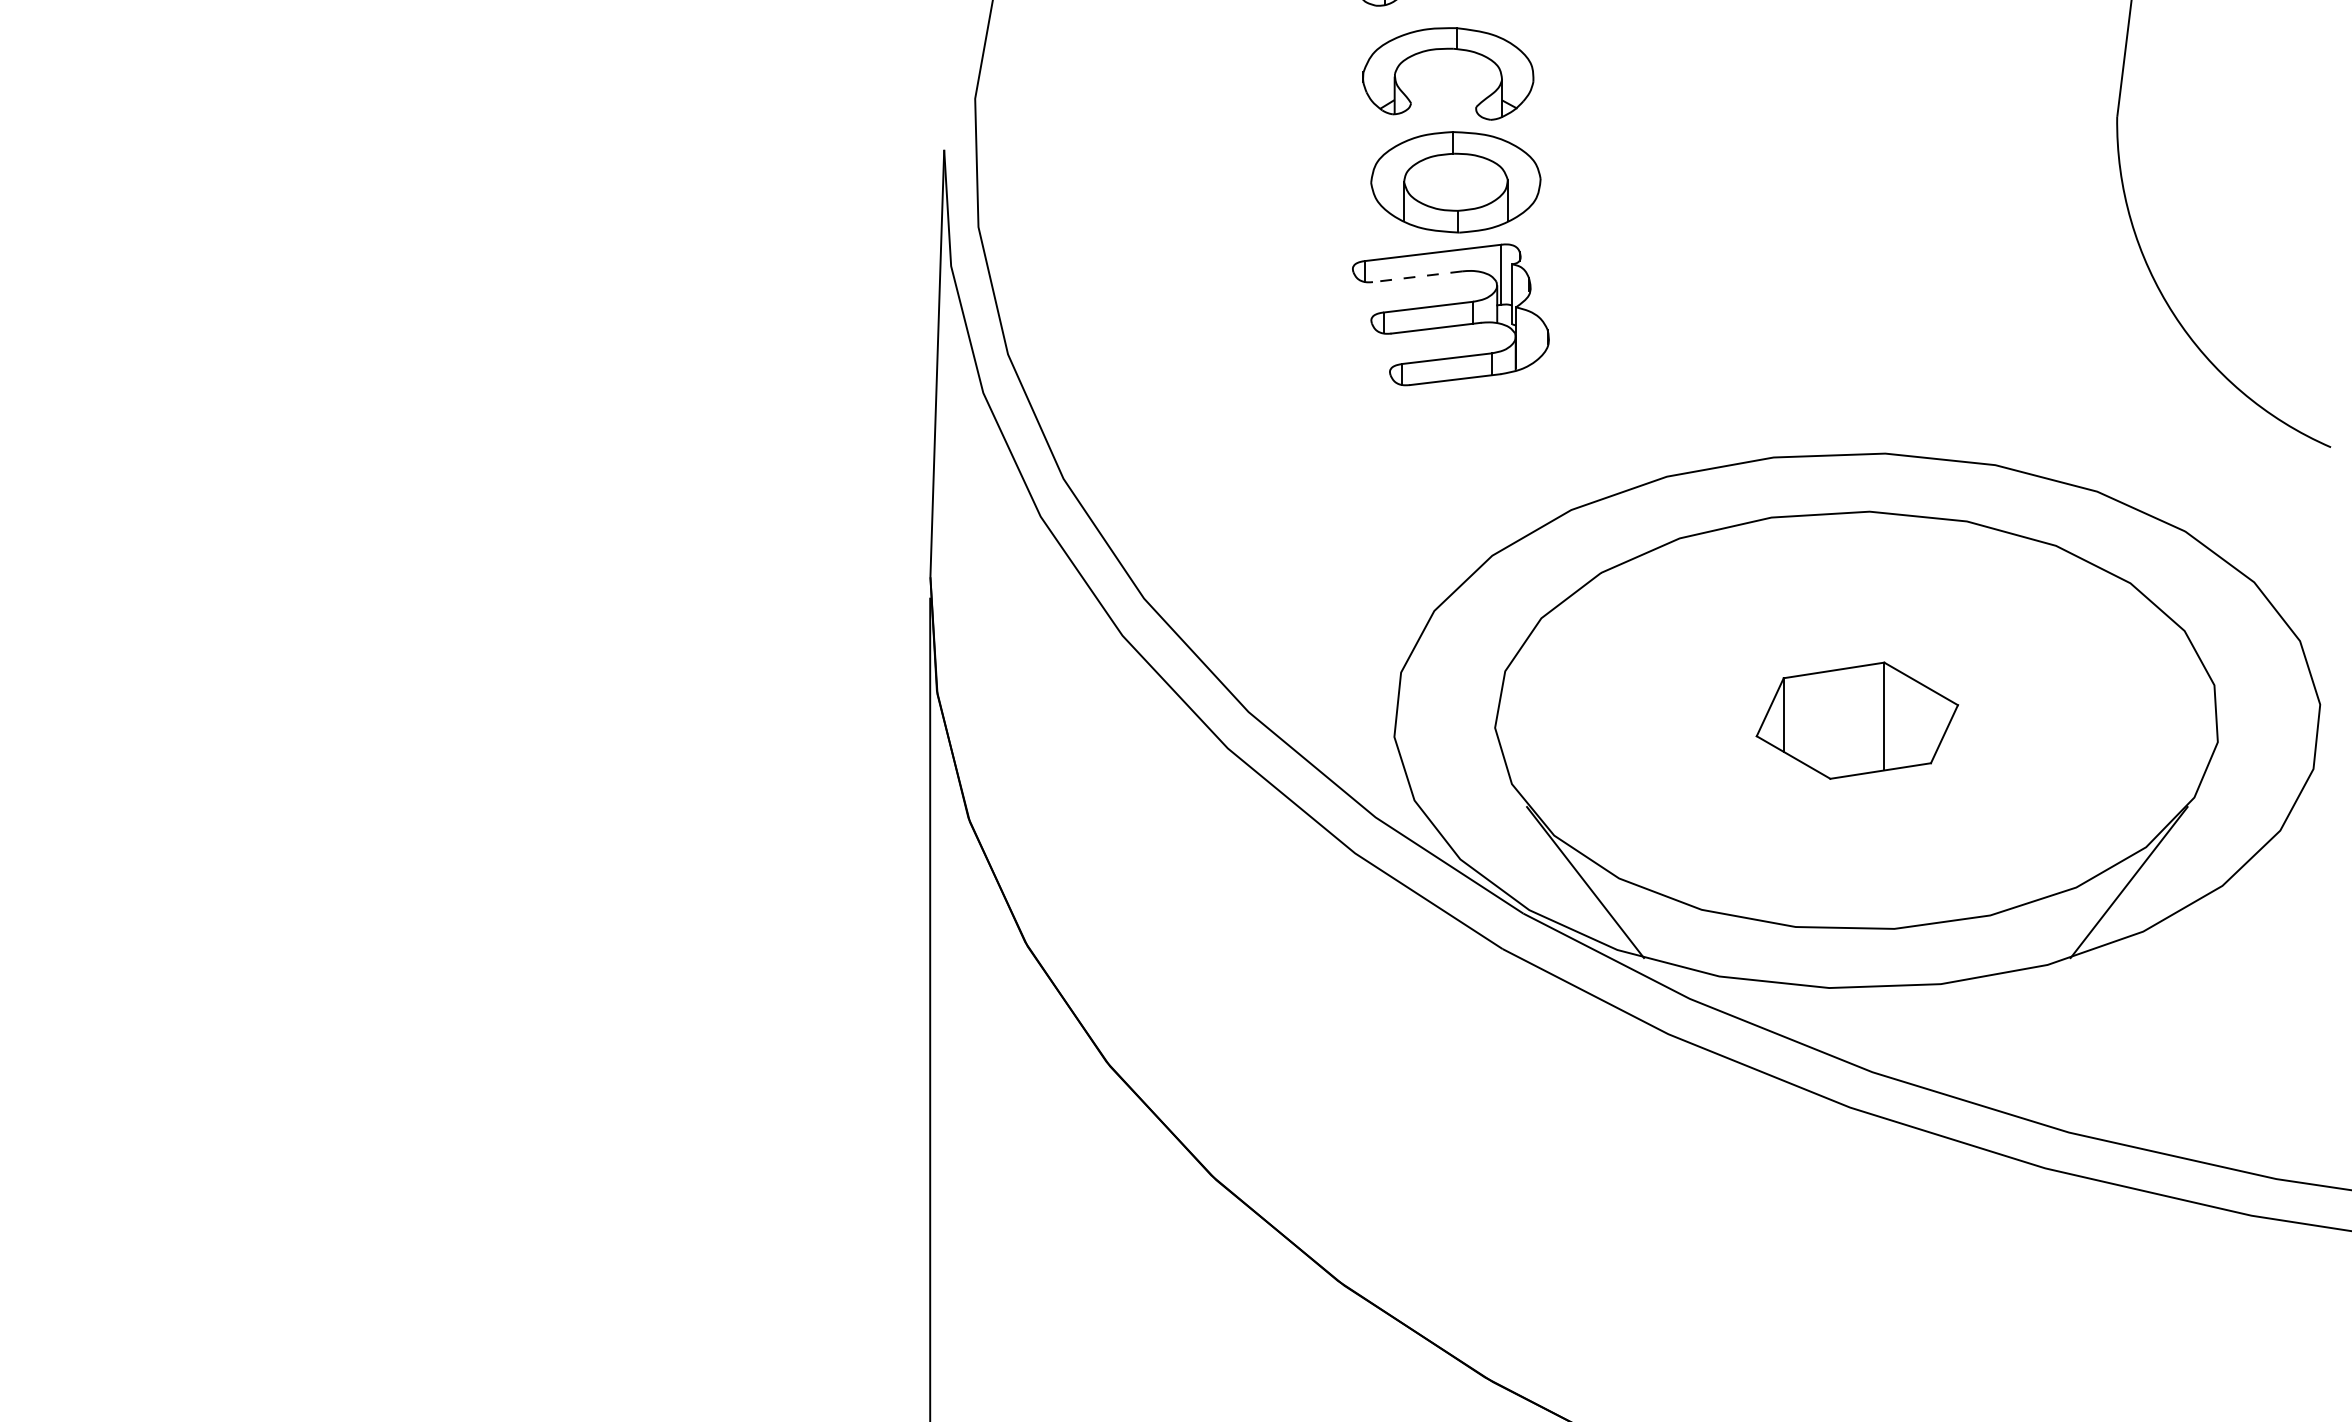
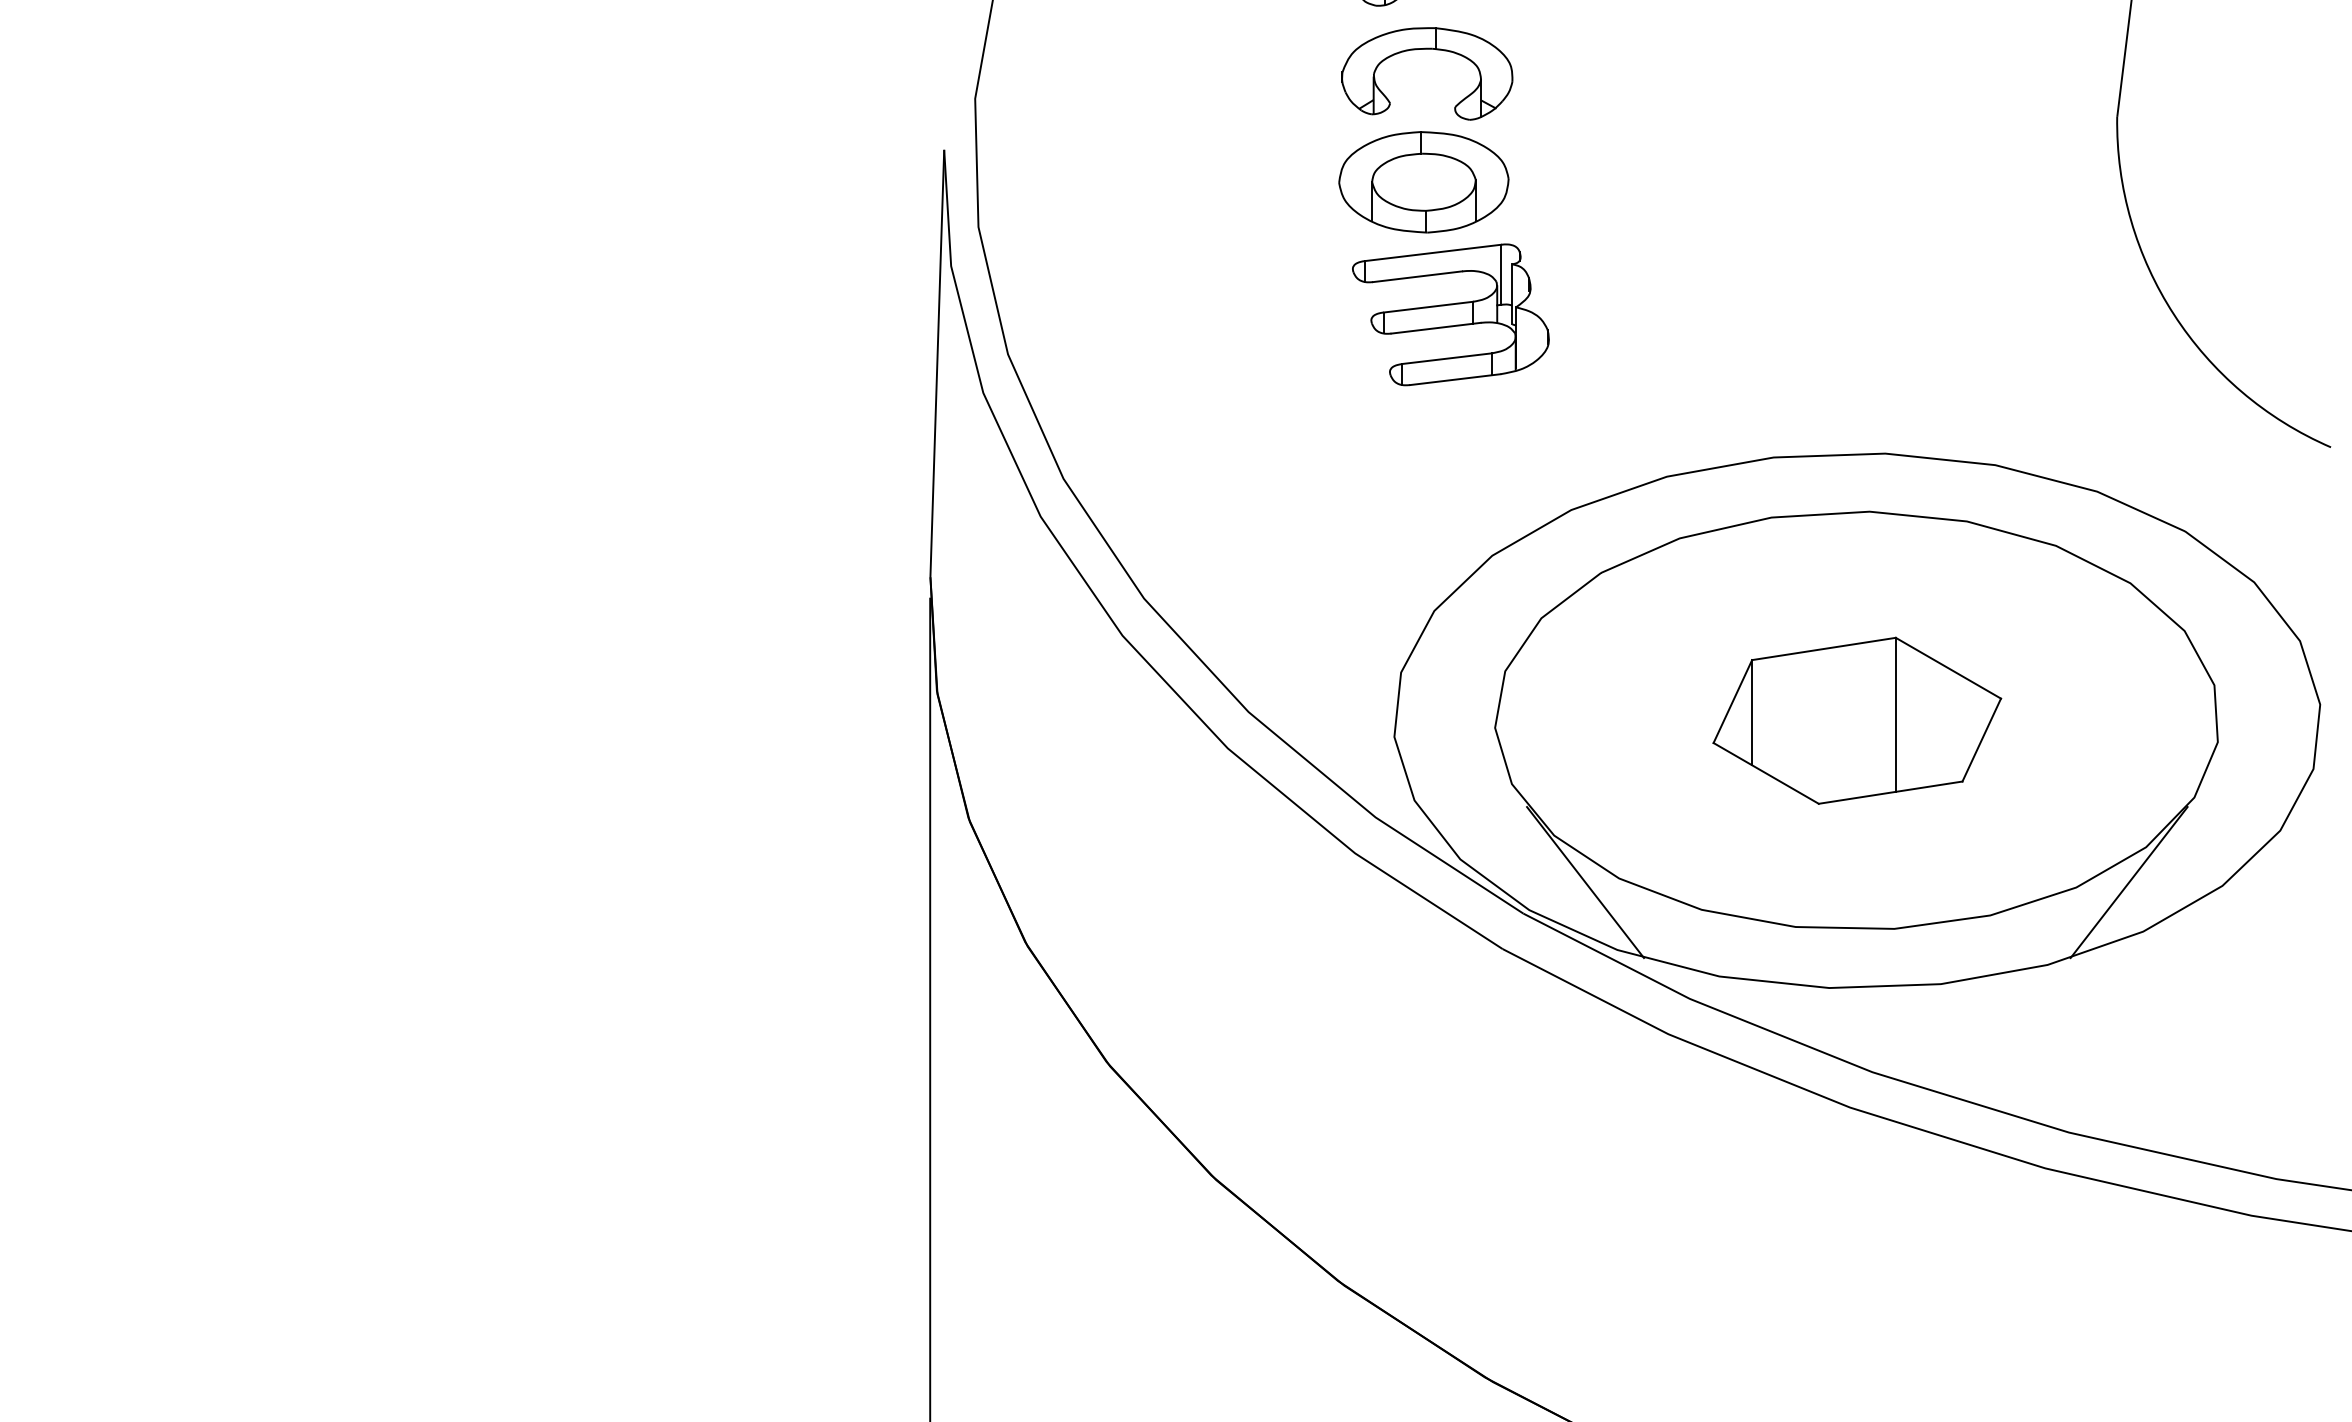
part at (1448, 49) position: (1448, 49) -> (1427, 49)
part at (1455, 182) position: (1455, 182) -> (1423, 182)
line at (1417, 276): dashed -> solid
part at (1857, 720) size: 205x119 px -> 291x169 px
